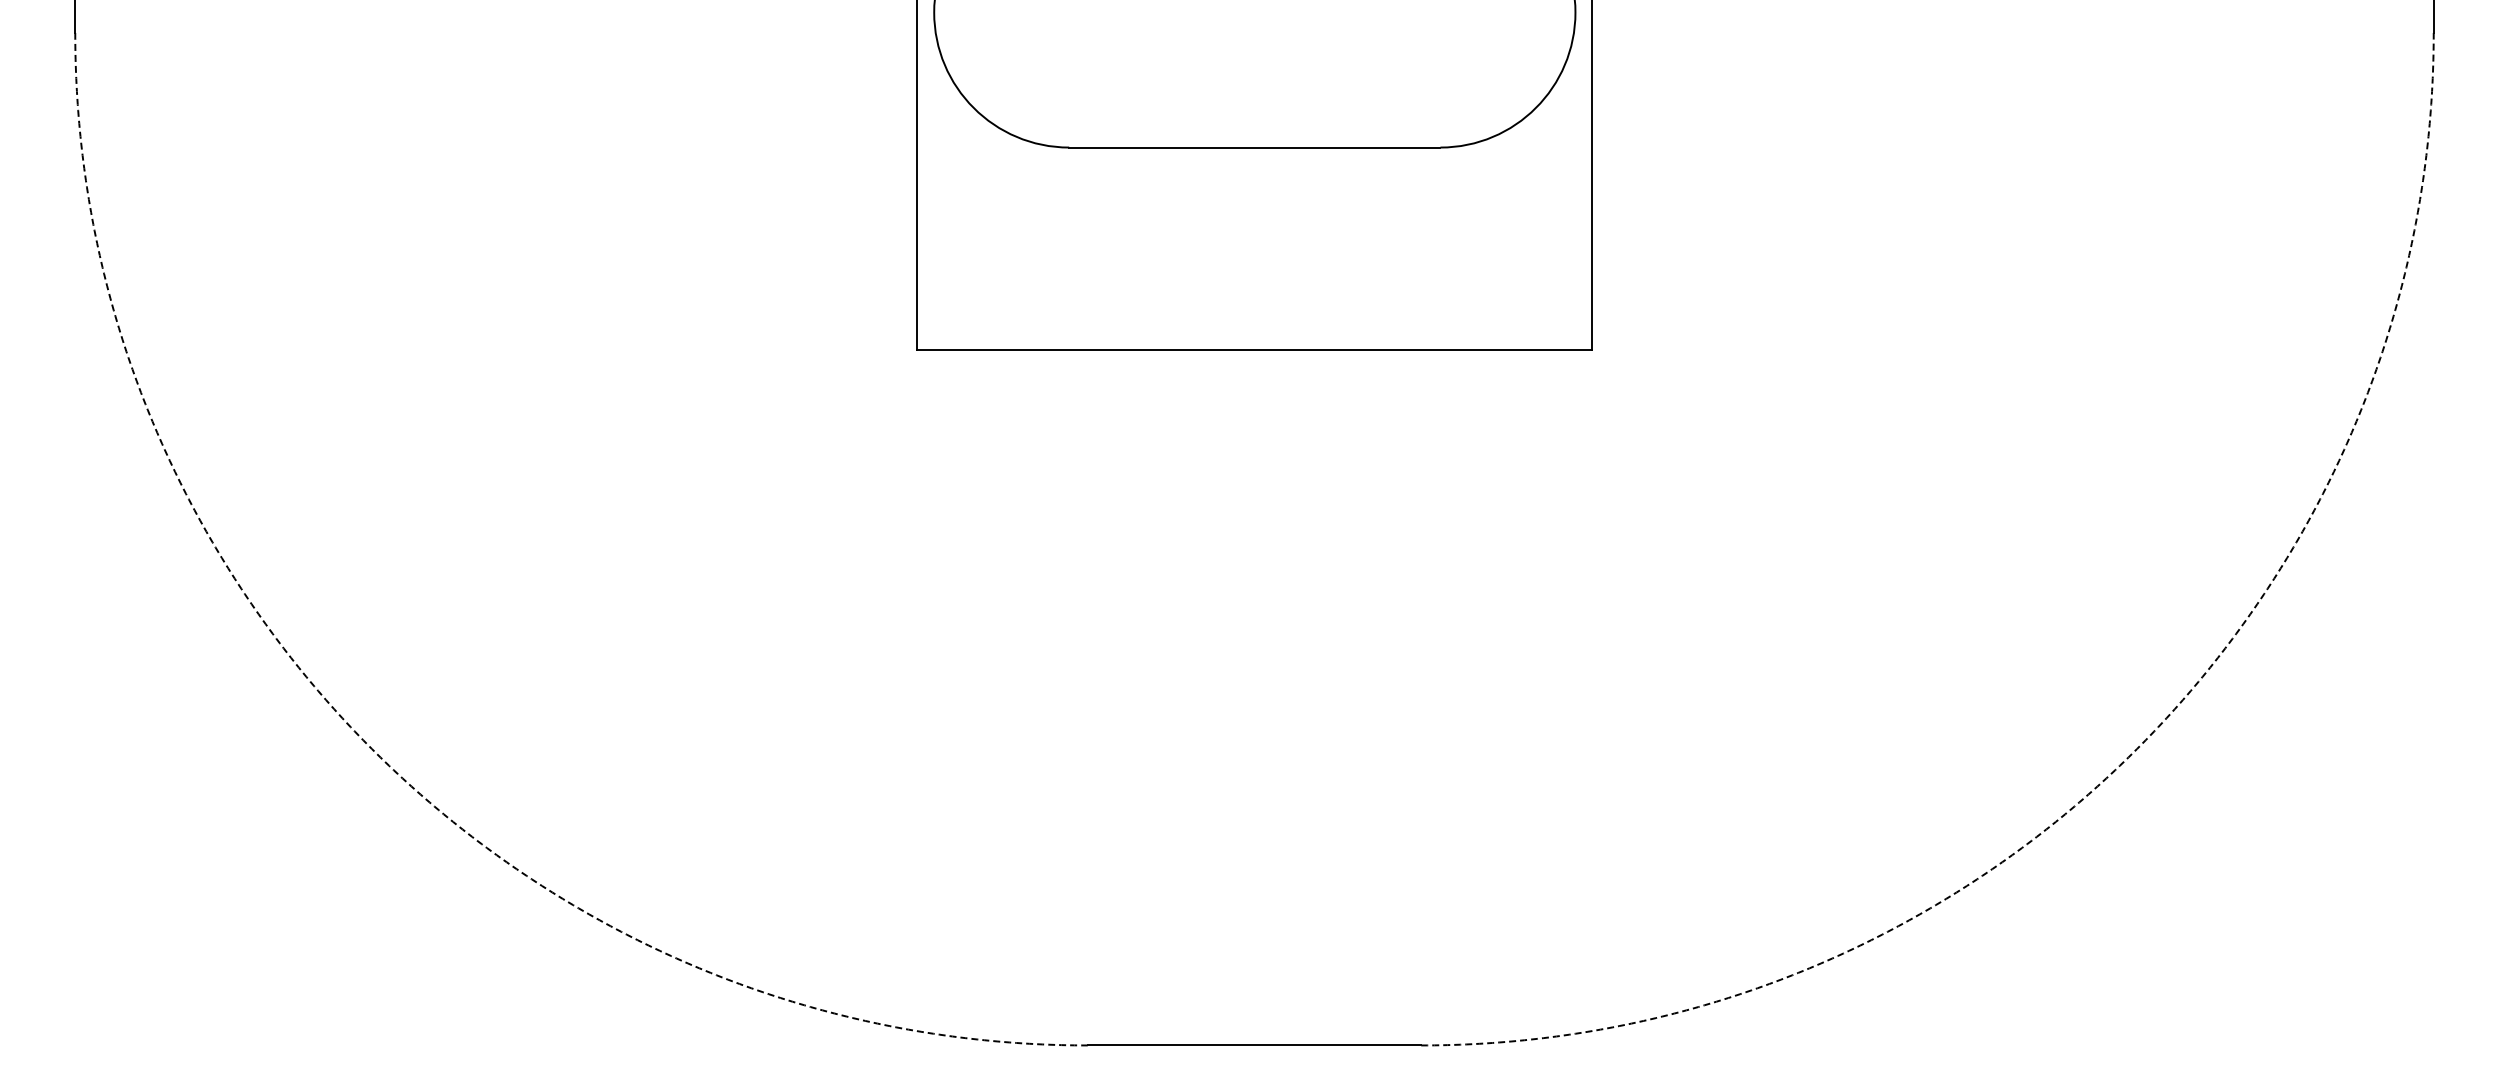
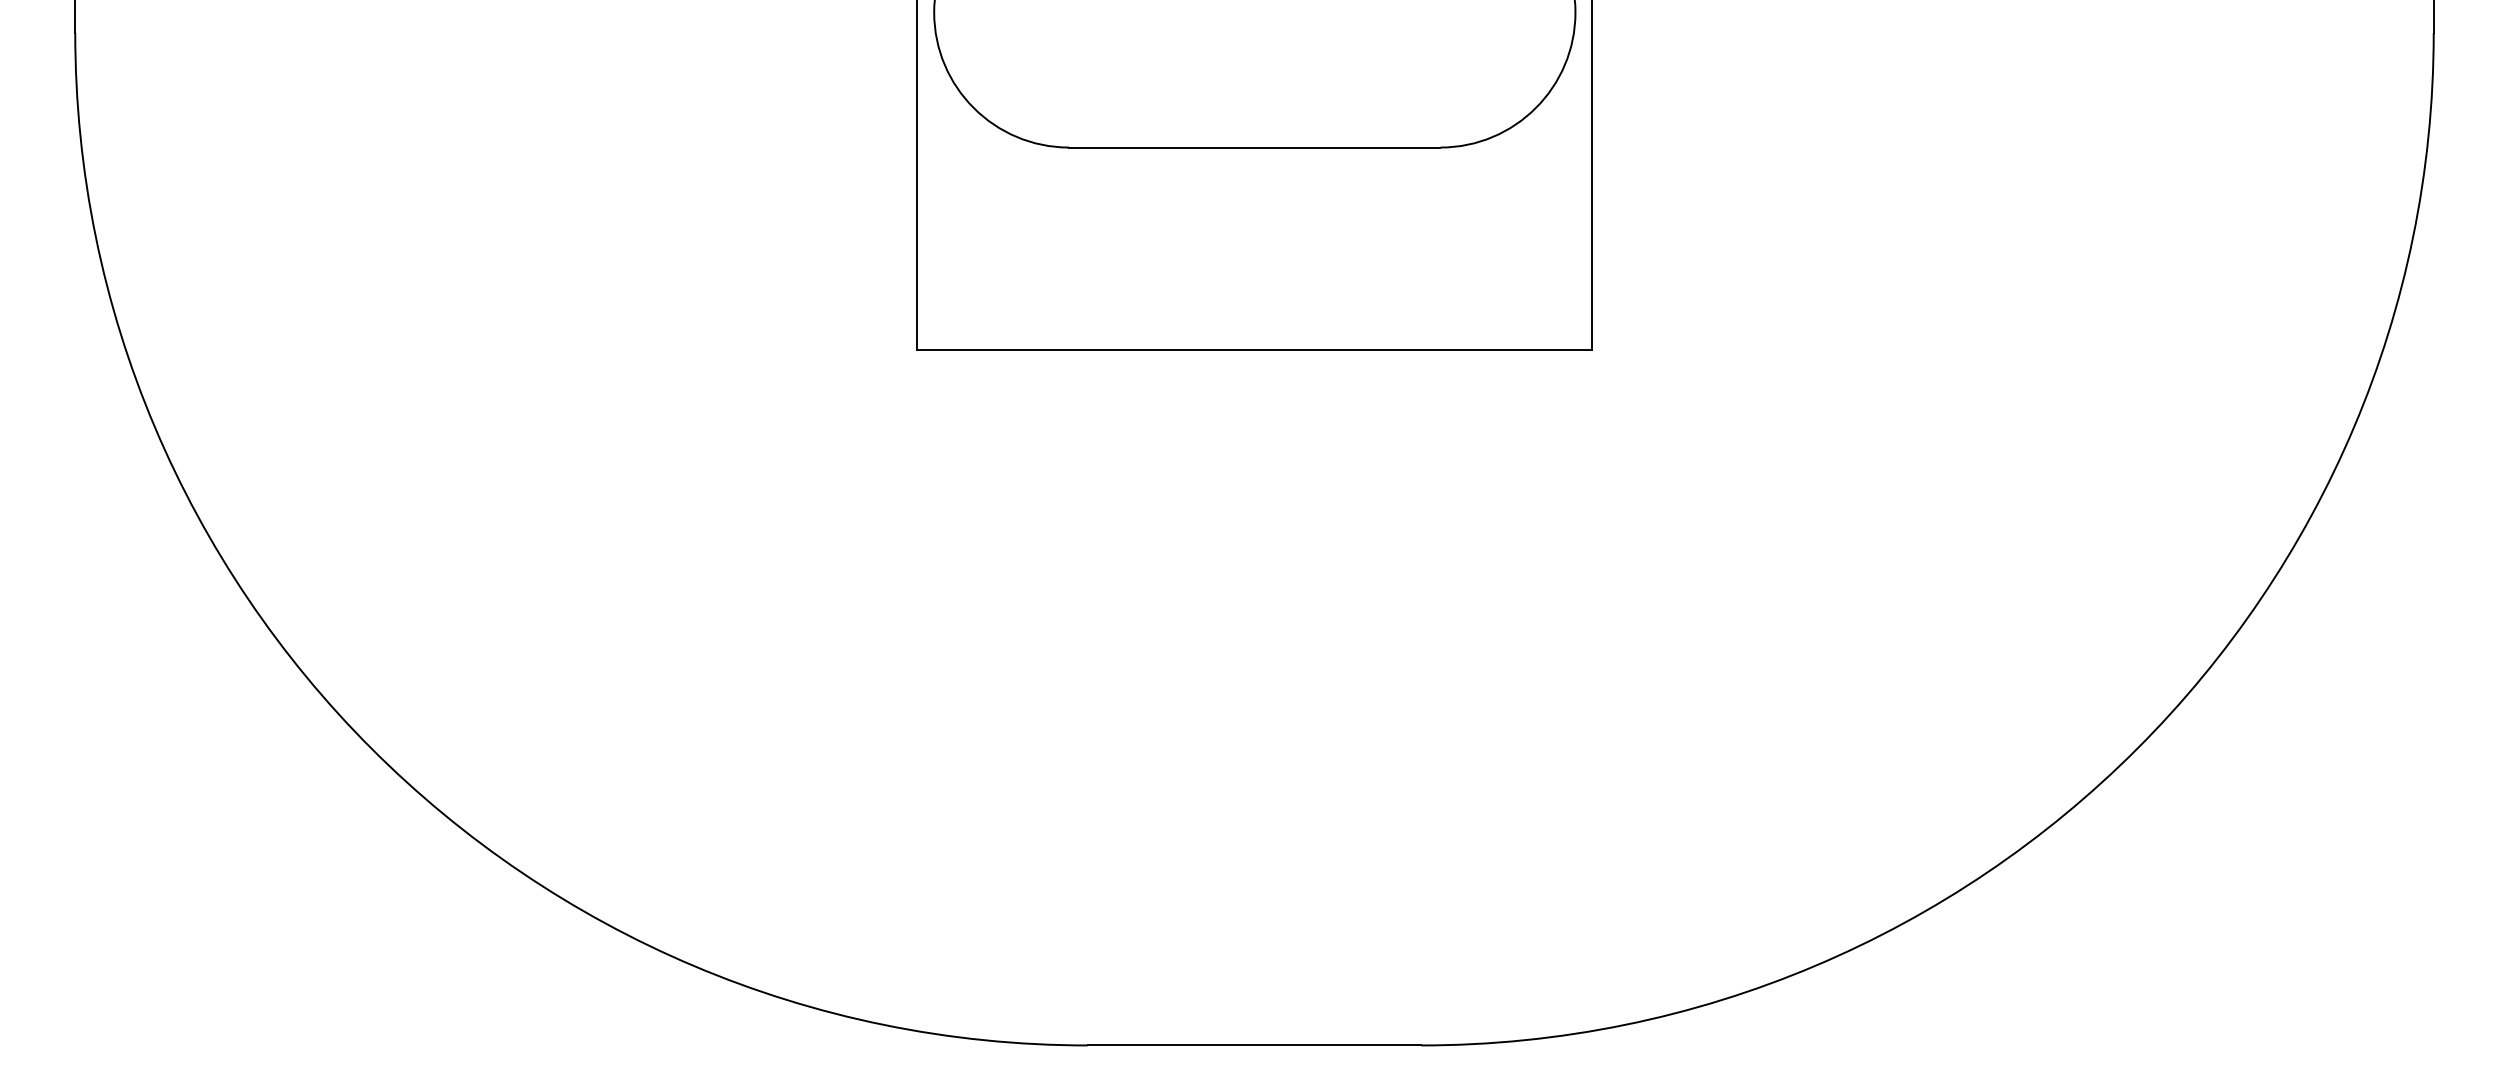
arc at (371, 748): dashed -> solid
arc at (2137, 748): dashed -> solid
